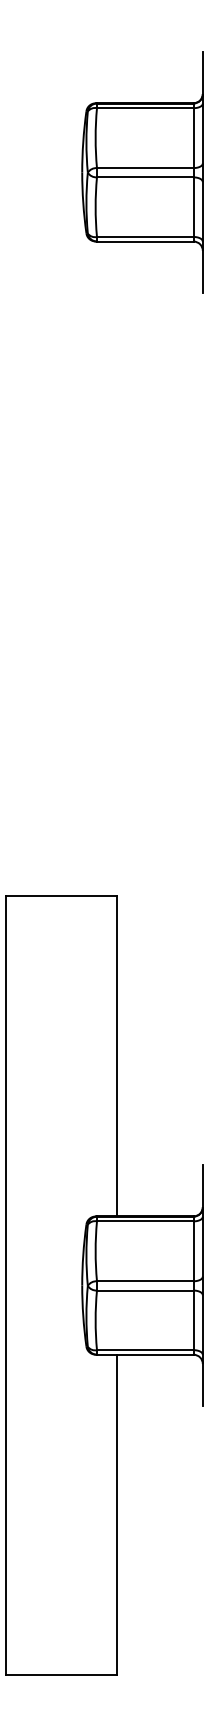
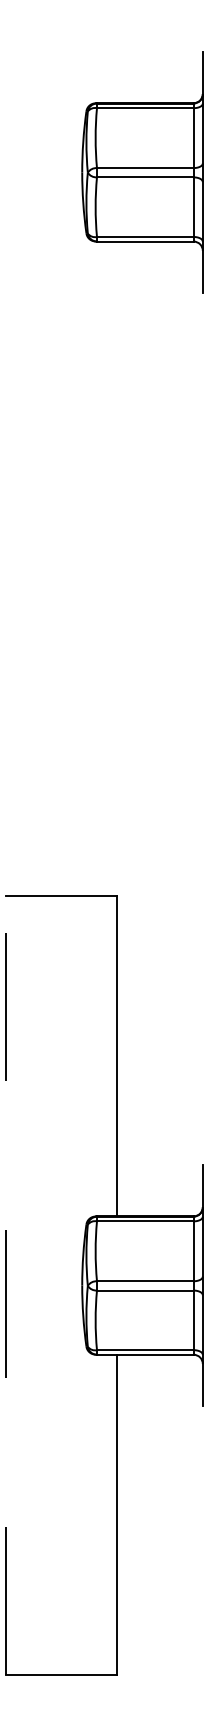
line at (6, 1285): solid -> dashed
